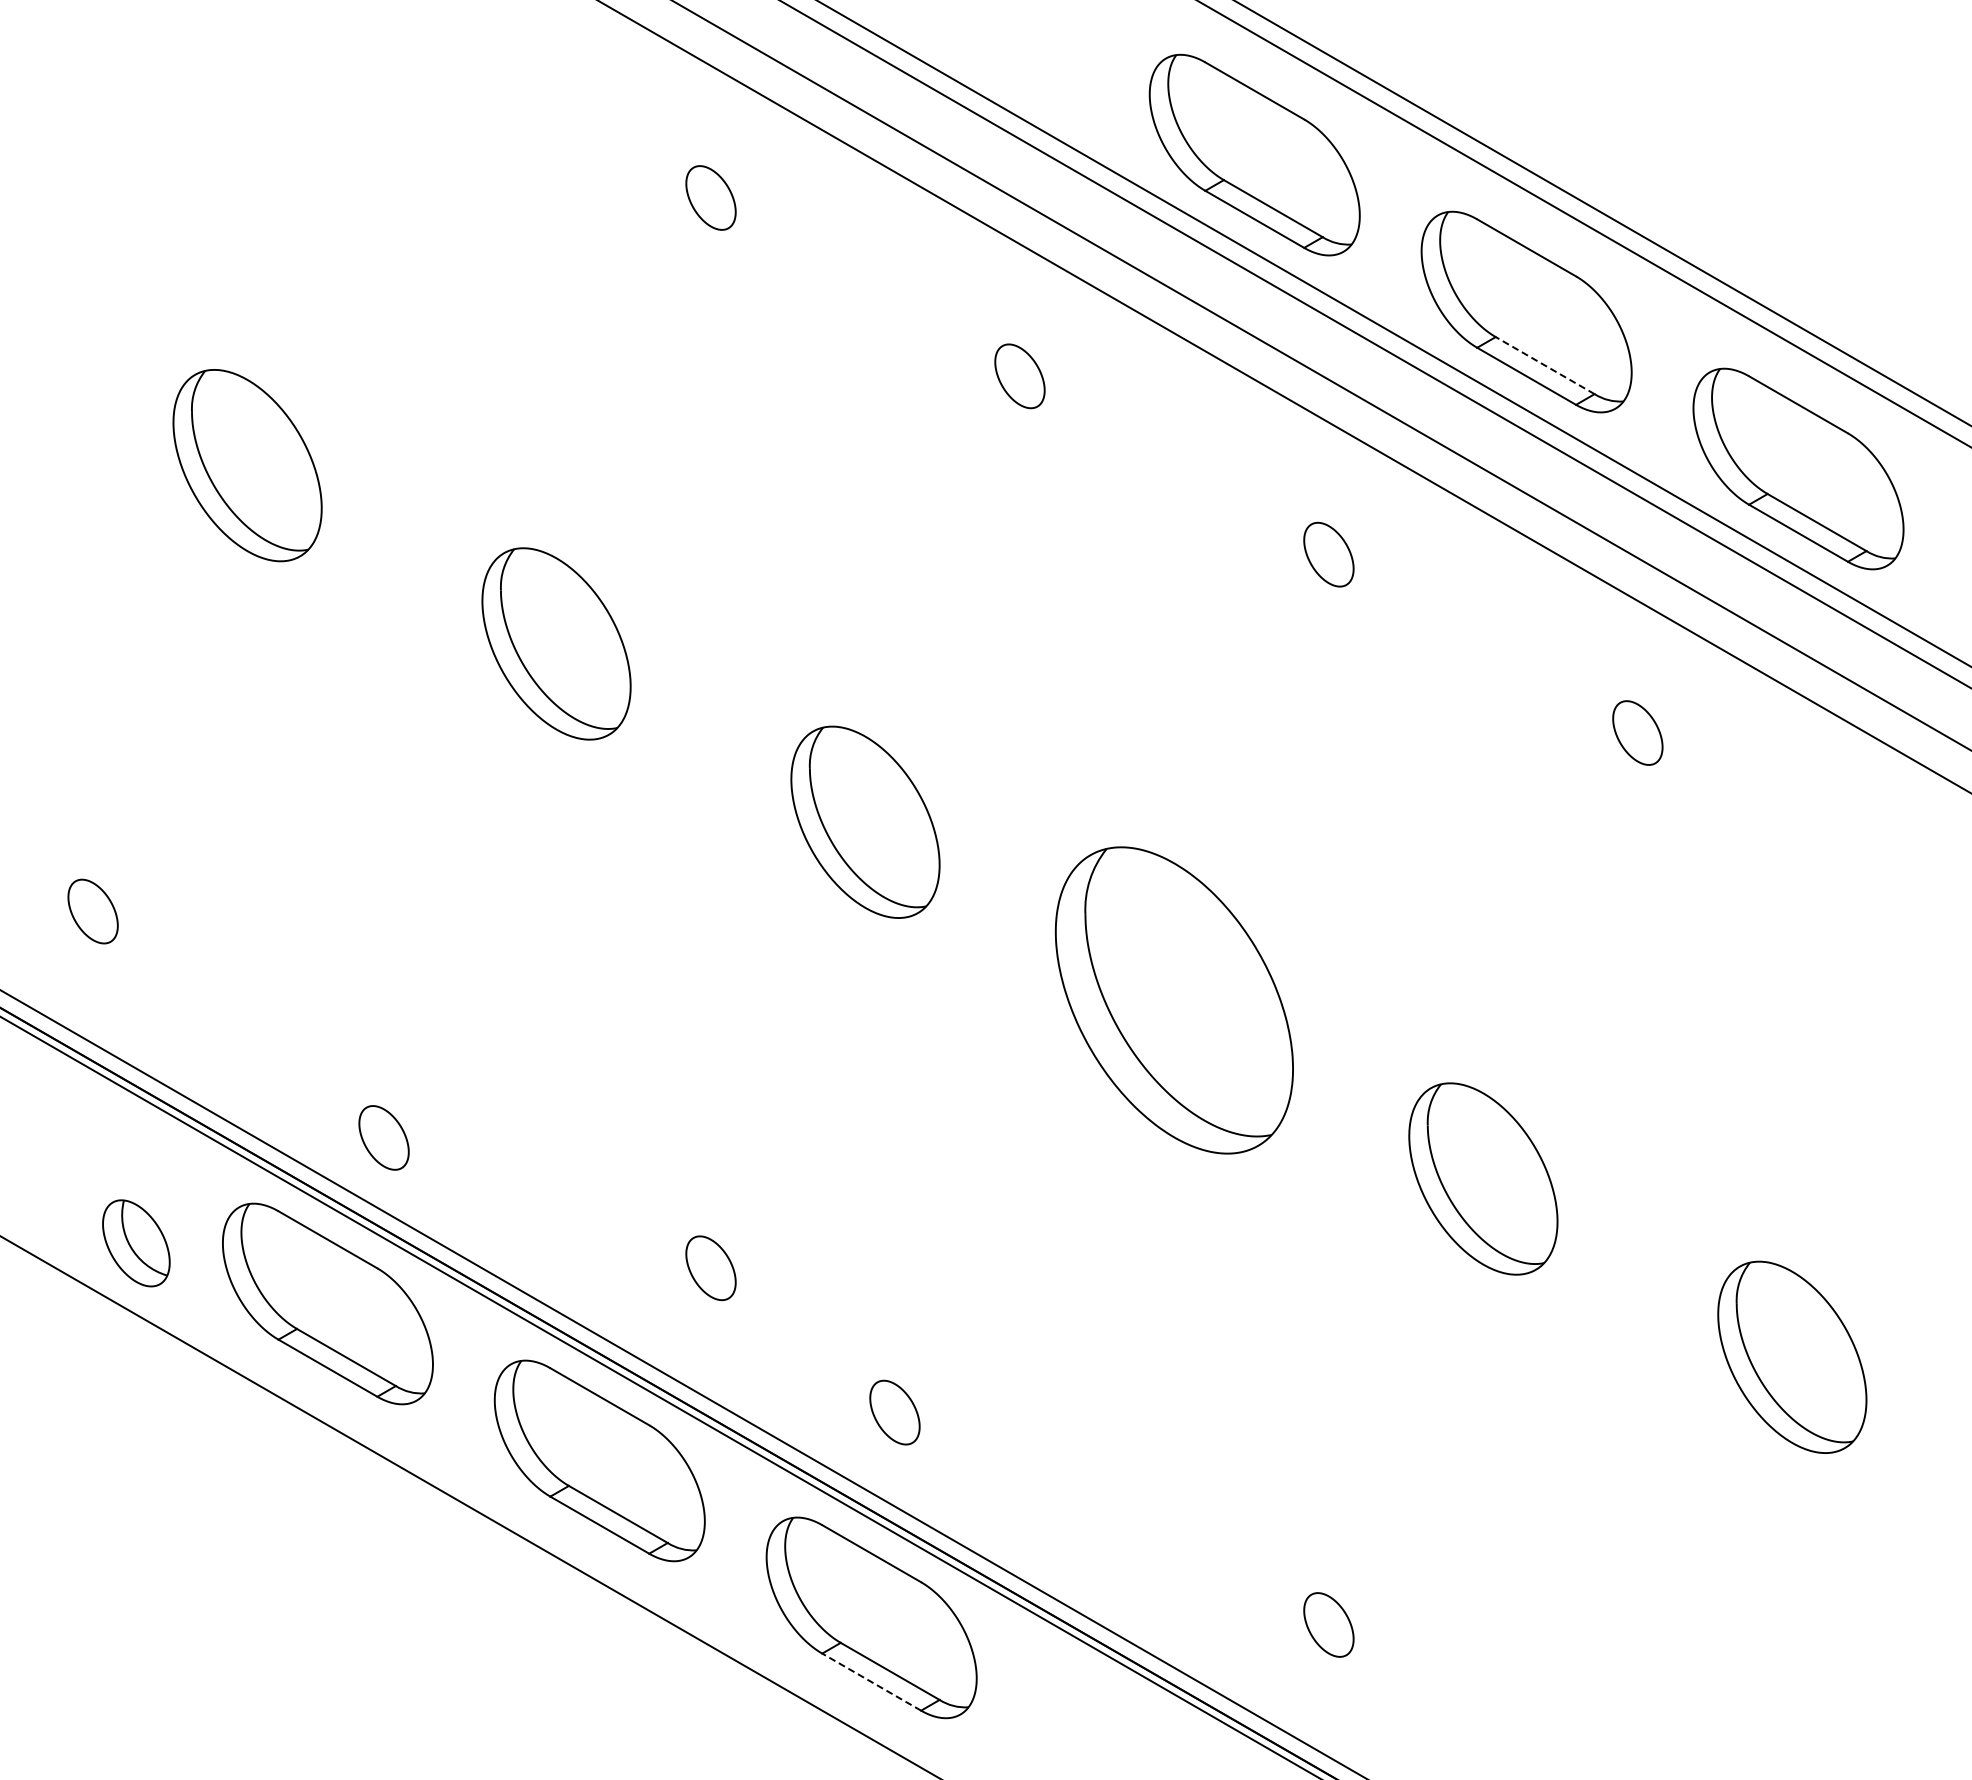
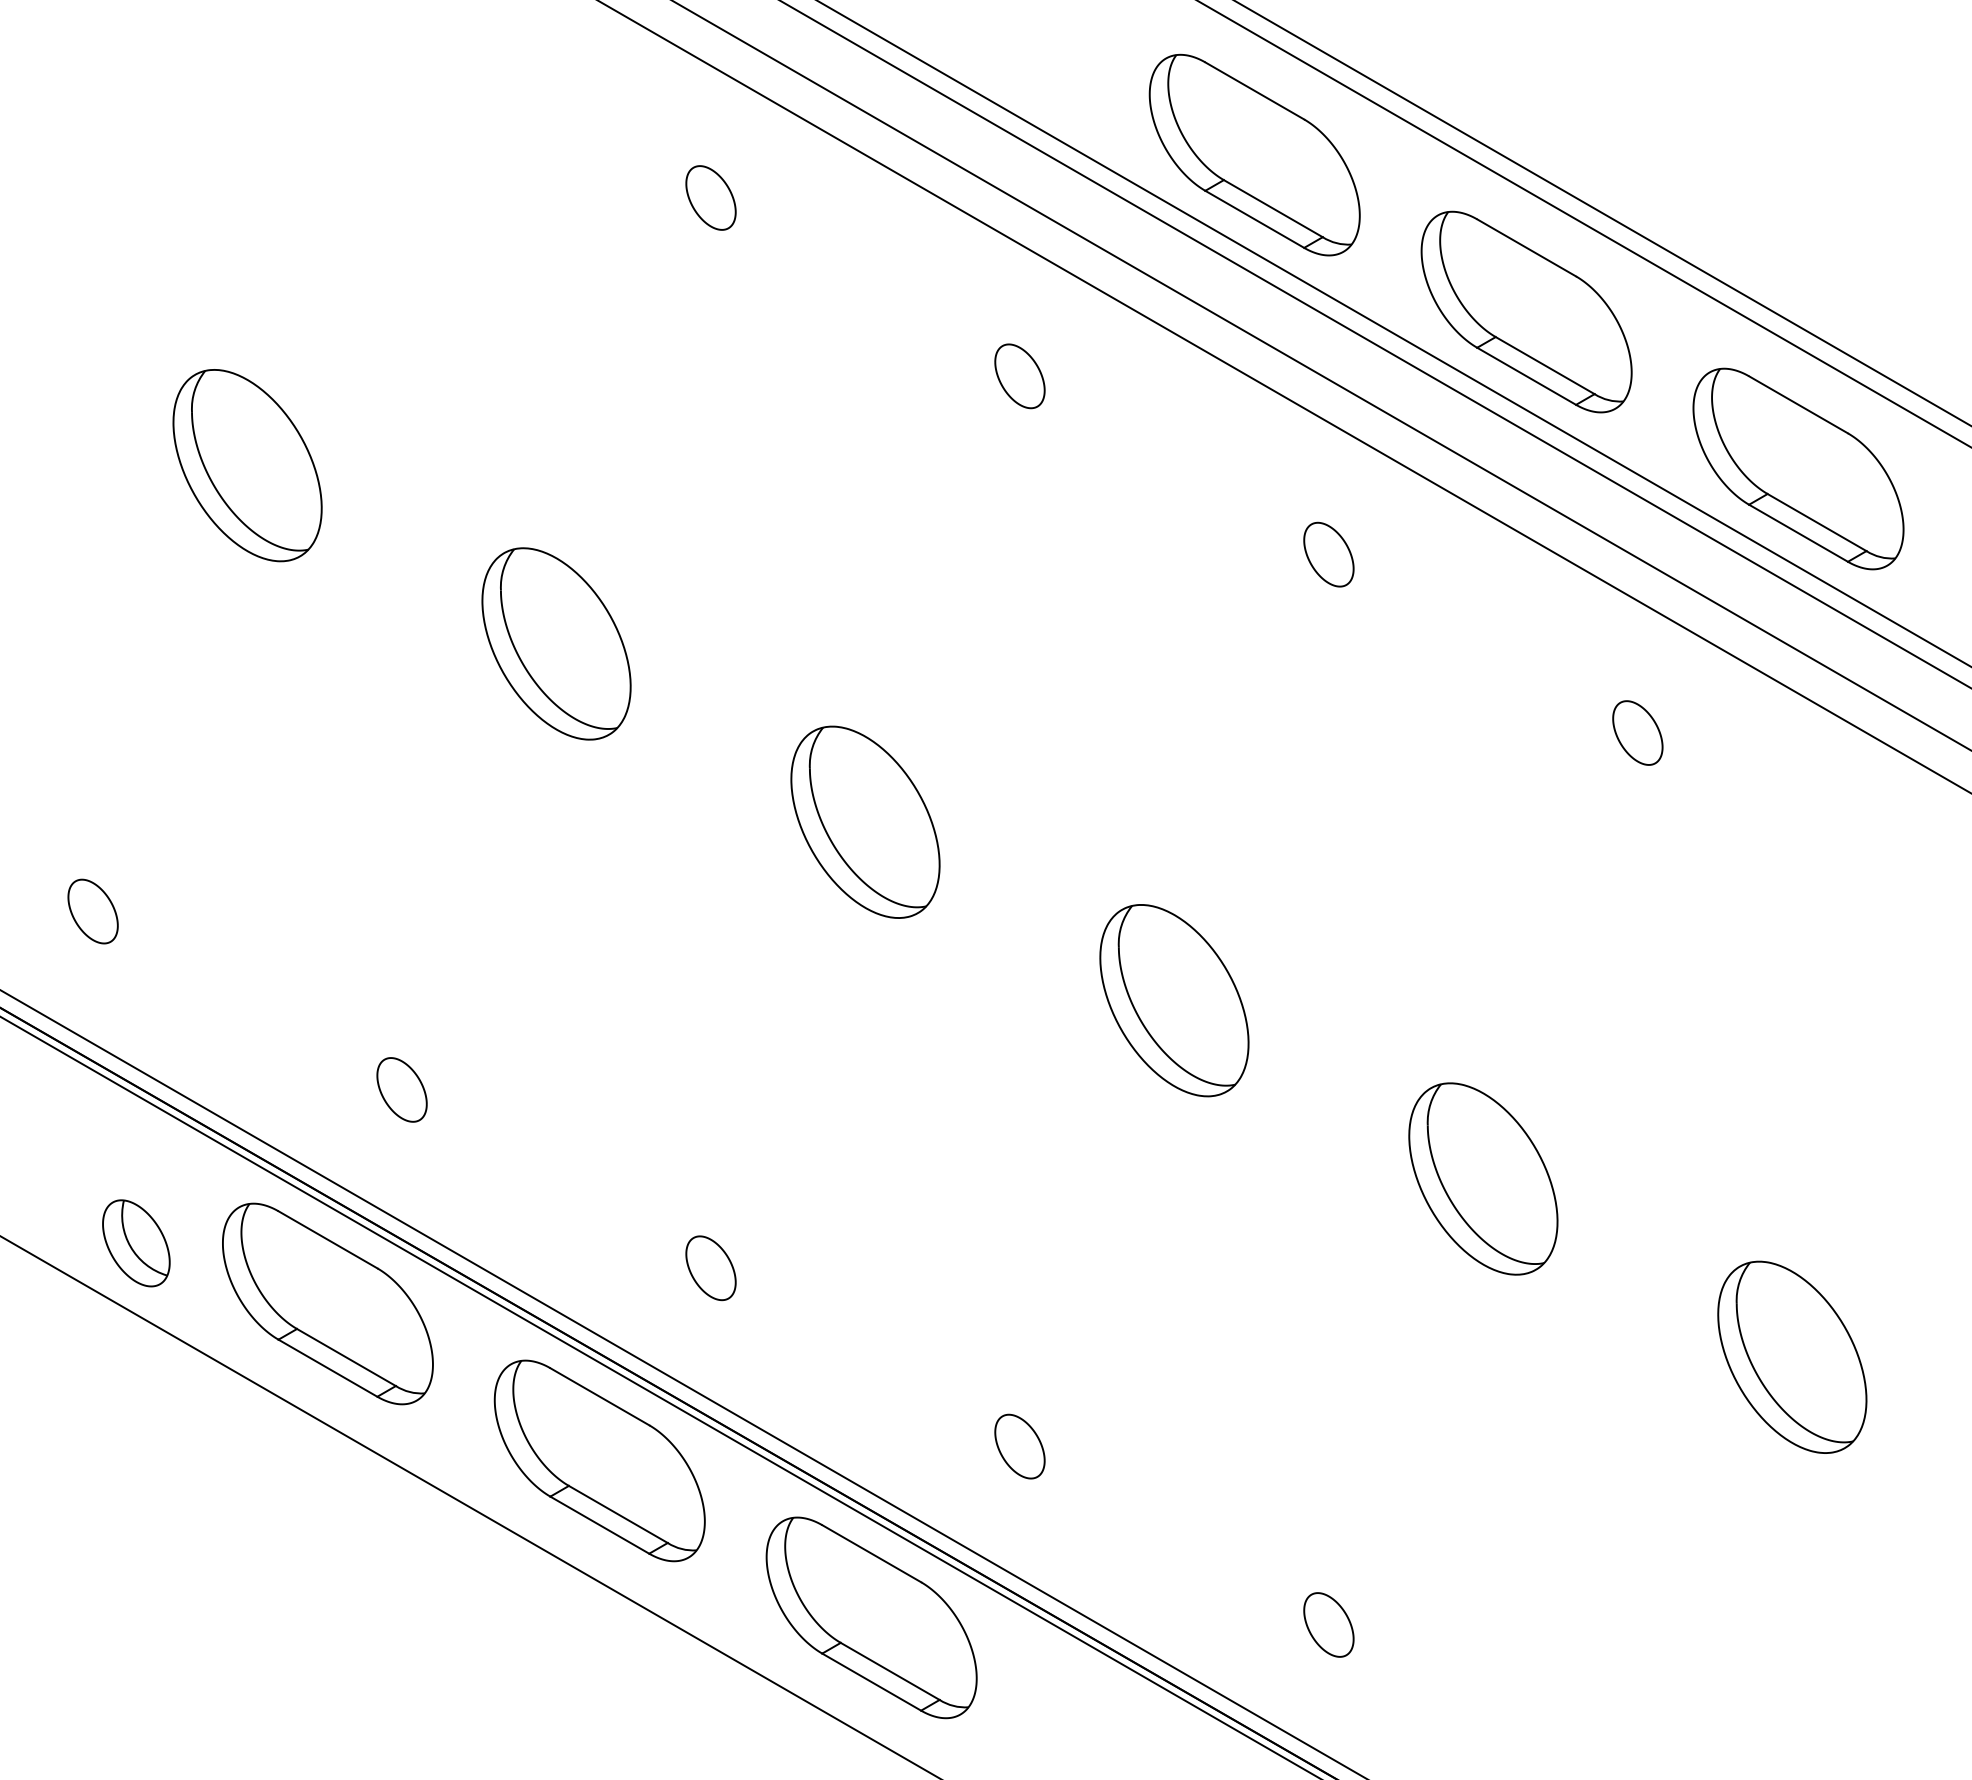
line at (1544, 365): dashed -> solid
part at (1173, 1000) size: 240x309 px -> 151x194 px
part at (383, 1137) position: (383, 1137) -> (401, 1089)
part at (894, 1412) position: (894, 1412) -> (1019, 1446)
line at (871, 1681): dashed -> solid
